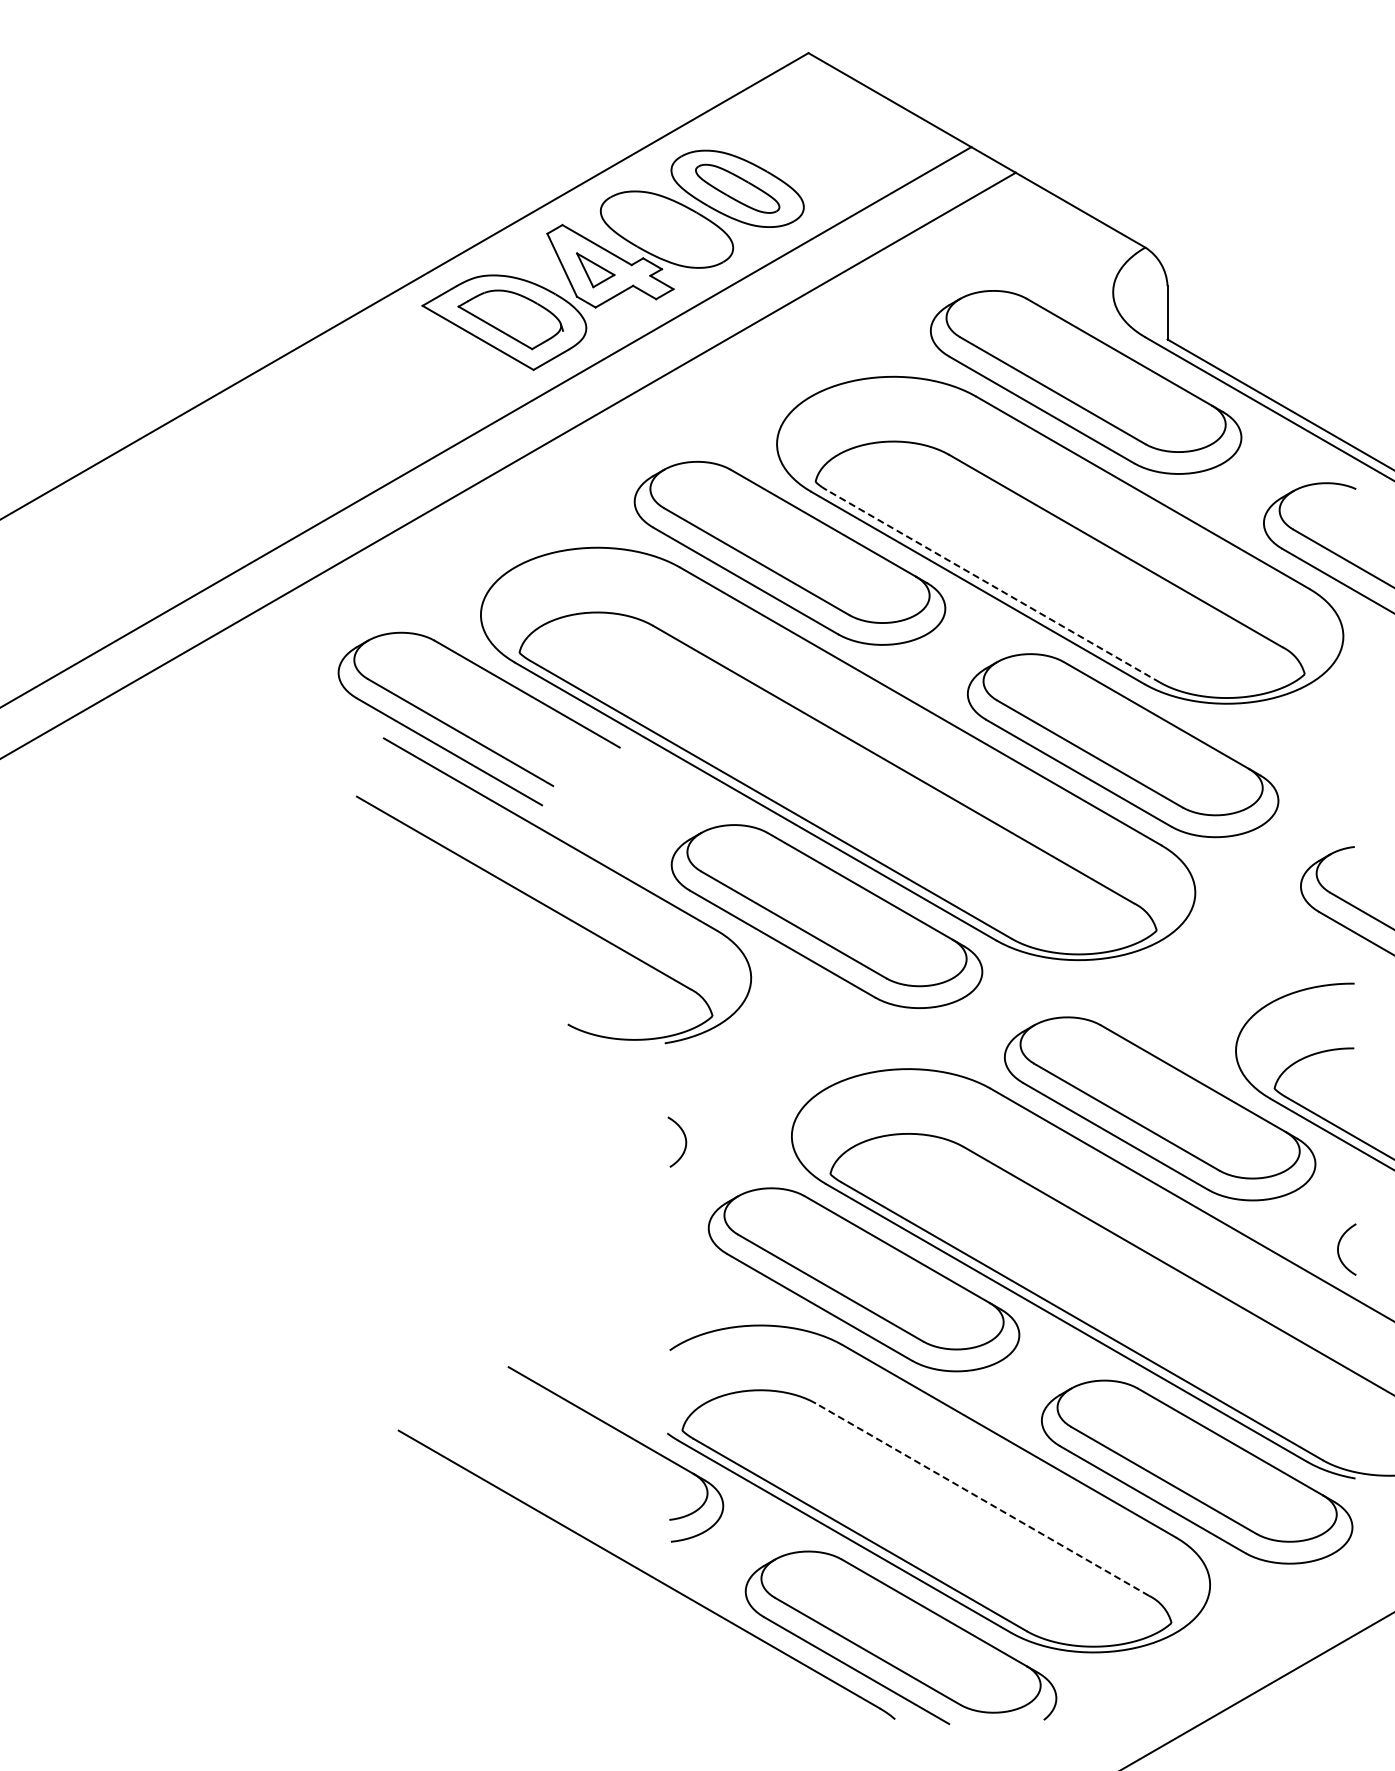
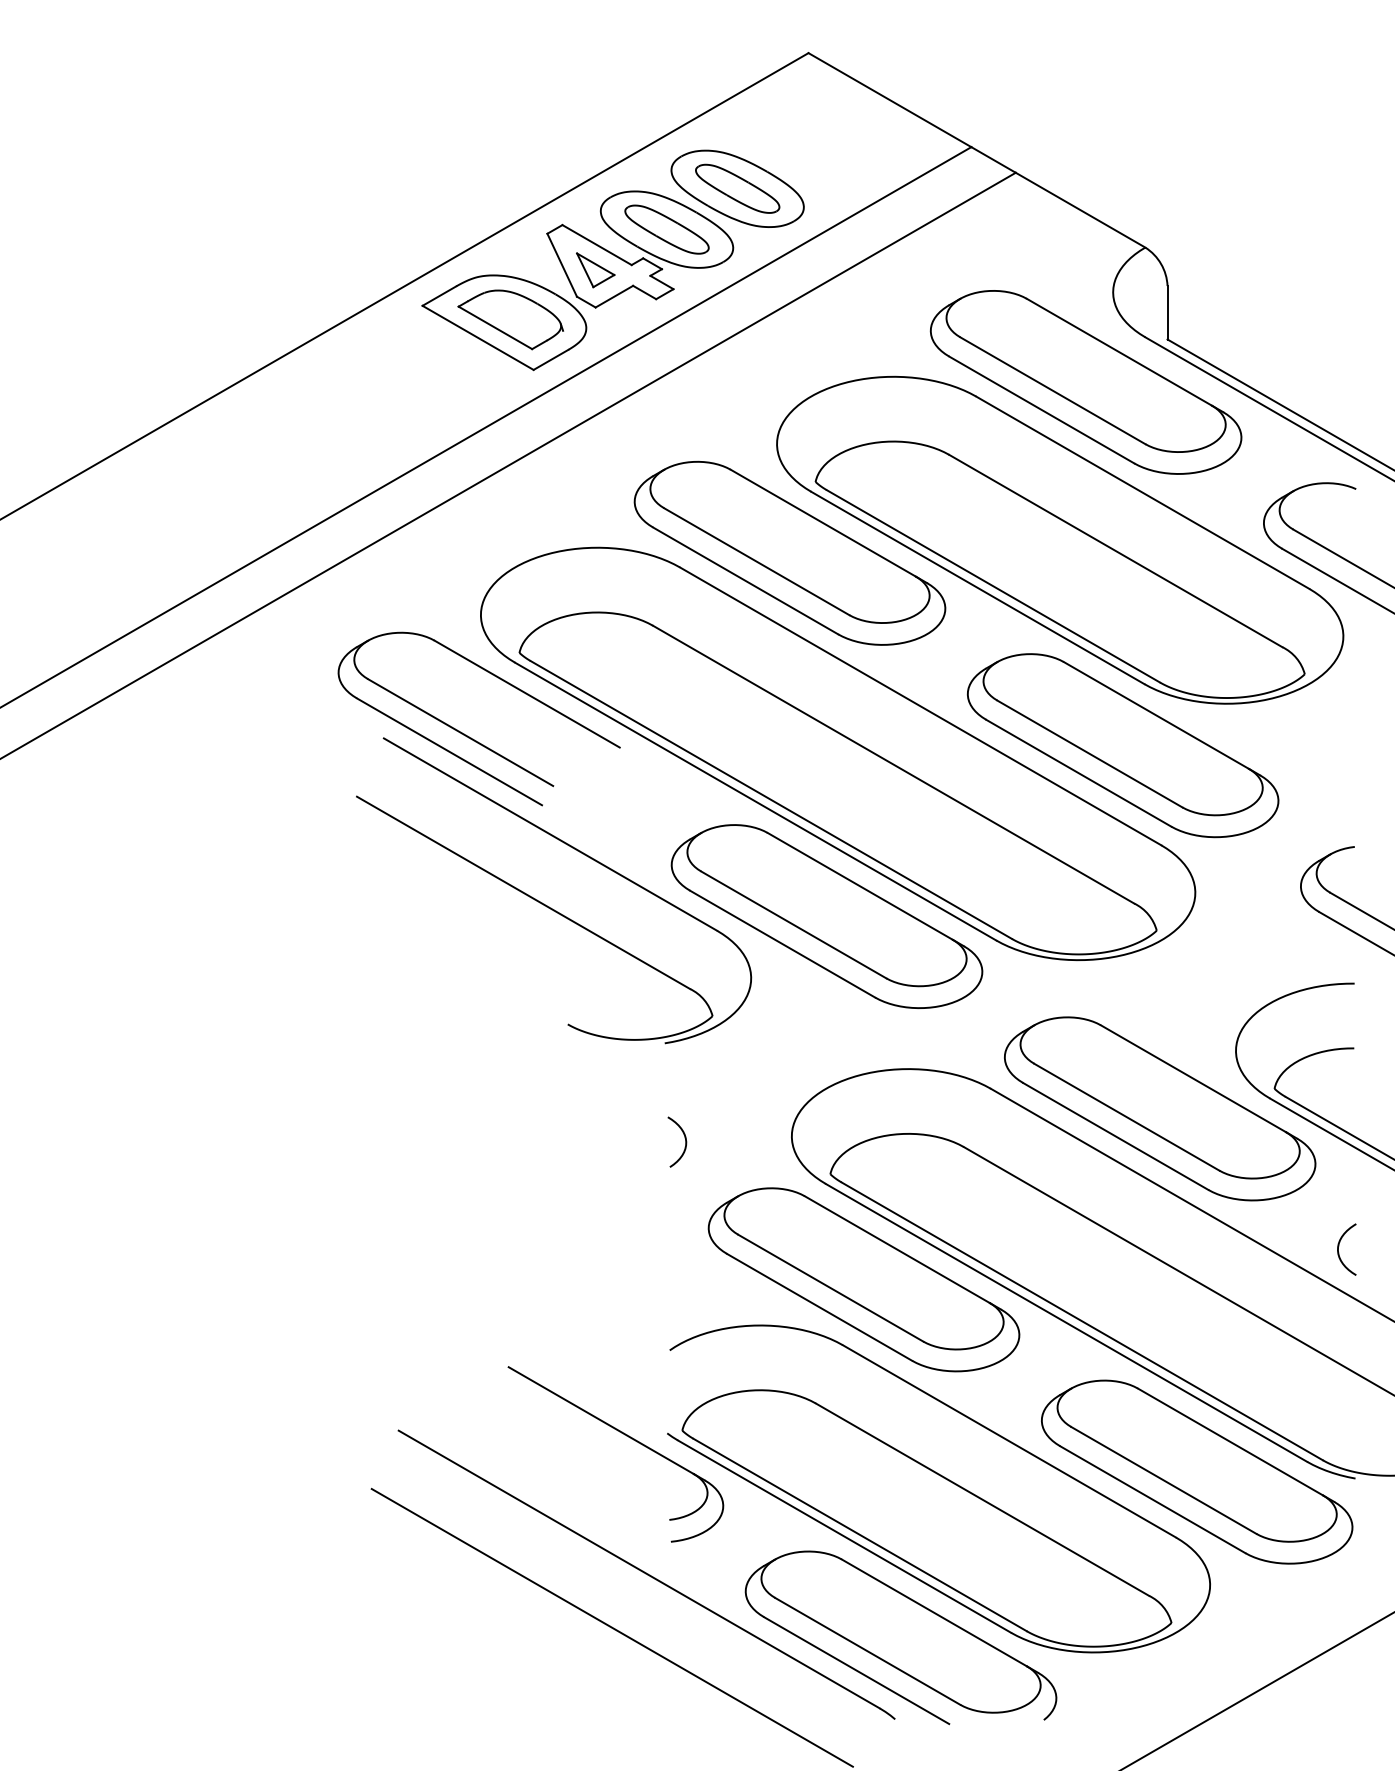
part at (666, 229): none -> present
line at (993, 586): dashed -> solid
line at (982, 1499): dashed -> solid
line at (611, 1627): none -> present
